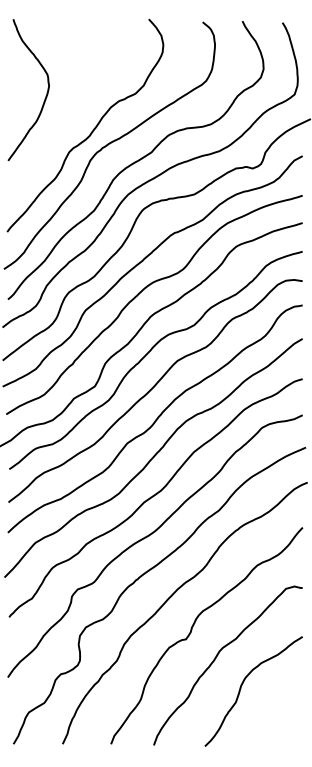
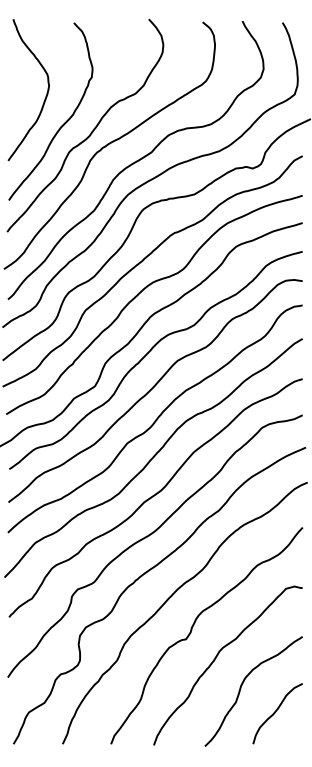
curve at (63, 123): none -> present
curve at (276, 712): none -> present
